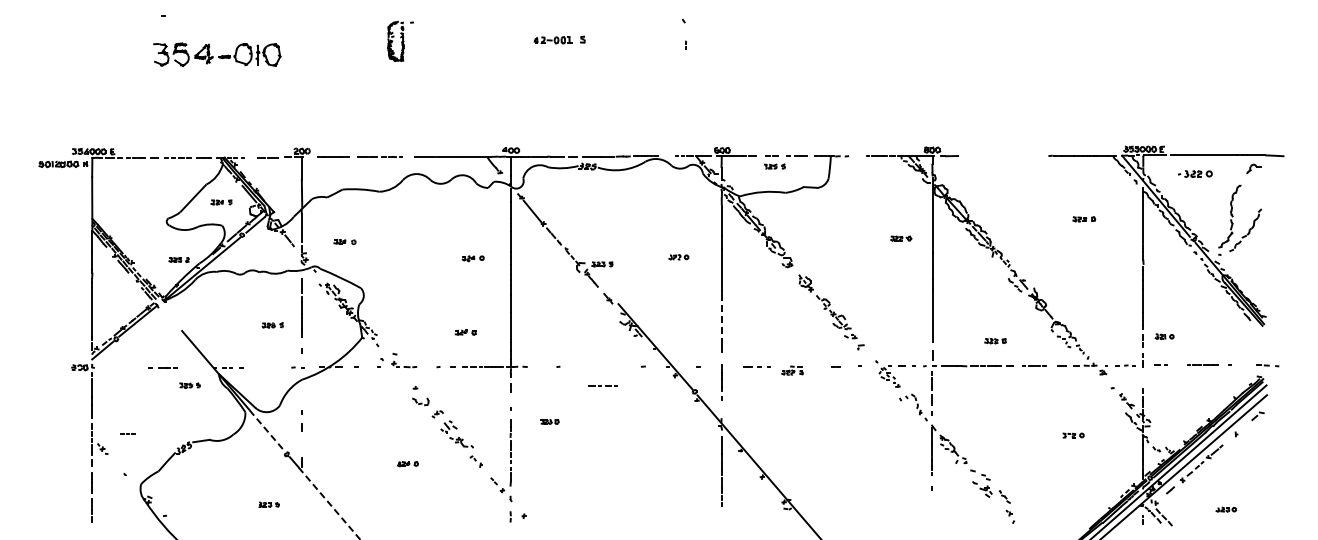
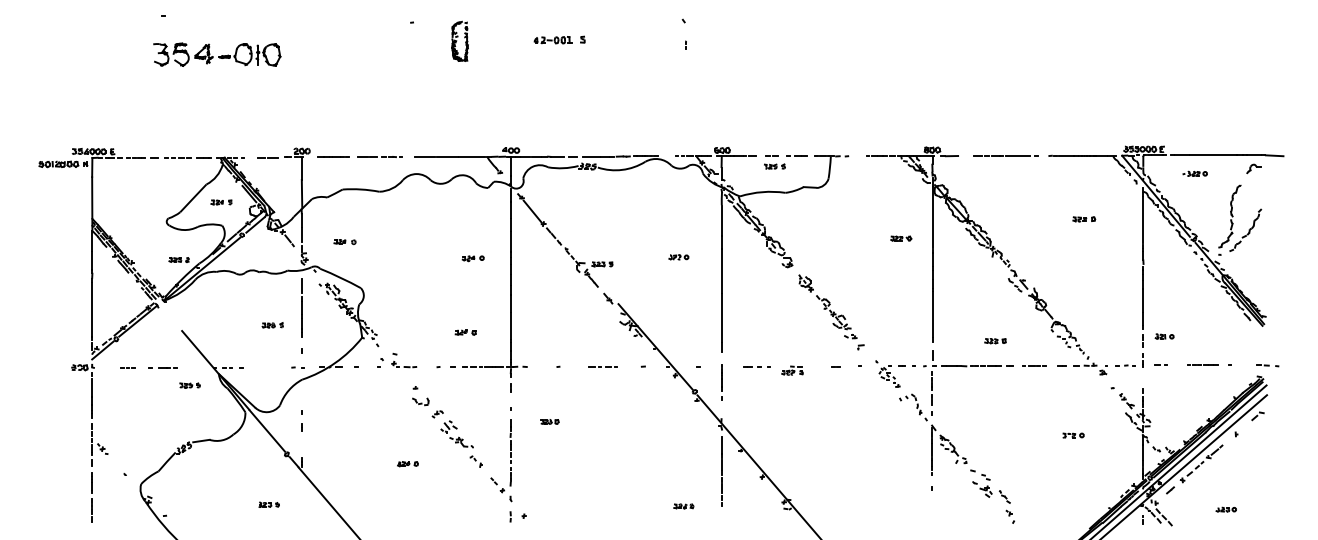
part at (395, 40) position: (395, 40) -> (459, 40)
line at (1005, 155): none -> present
part at (1195, 173) size: 35x8 px -> 26x7 px
line at (721, 318): dashed -> solid
line at (601, 385) position: (601, 385) -> (601, 366)
line at (267, 431): dashed -> solid
line at (127, 433) position: (127, 433) -> (127, 367)
line at (329, 503): dashed -> solid
part at (683, 506): none -> present
